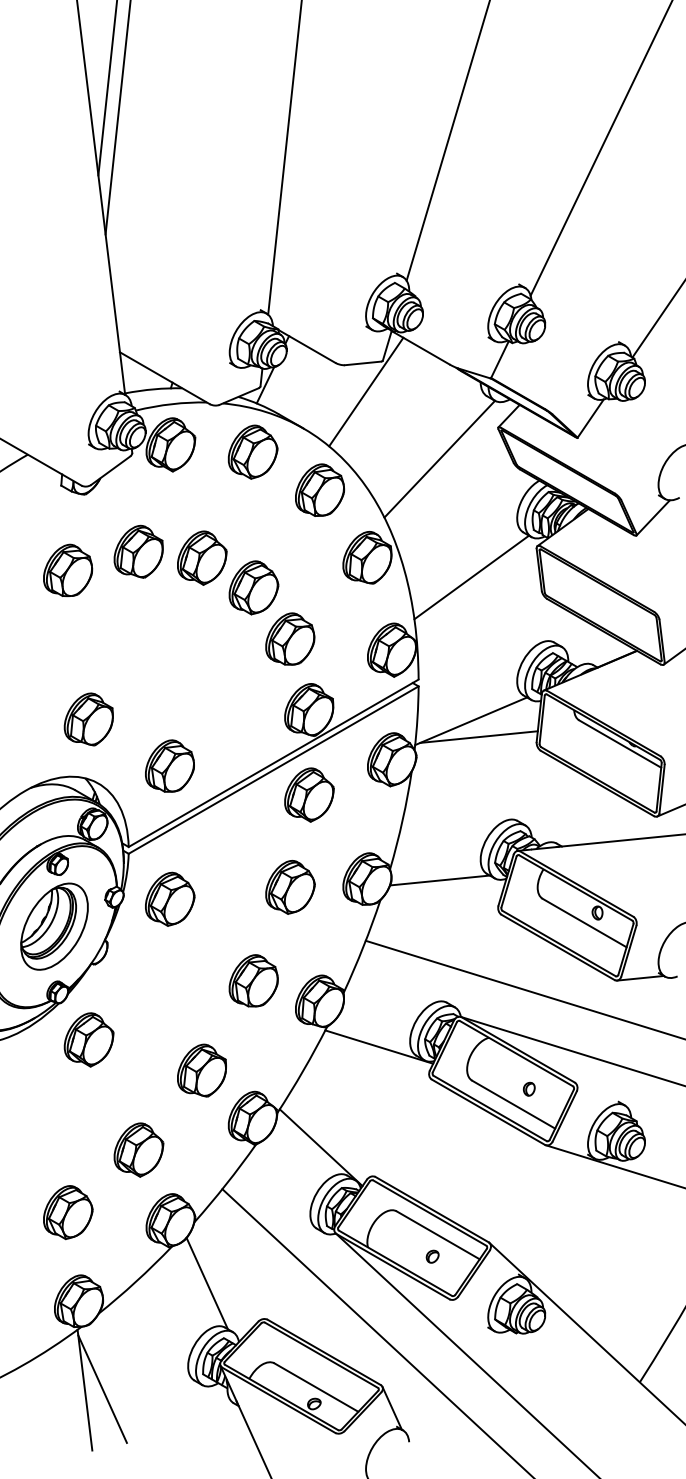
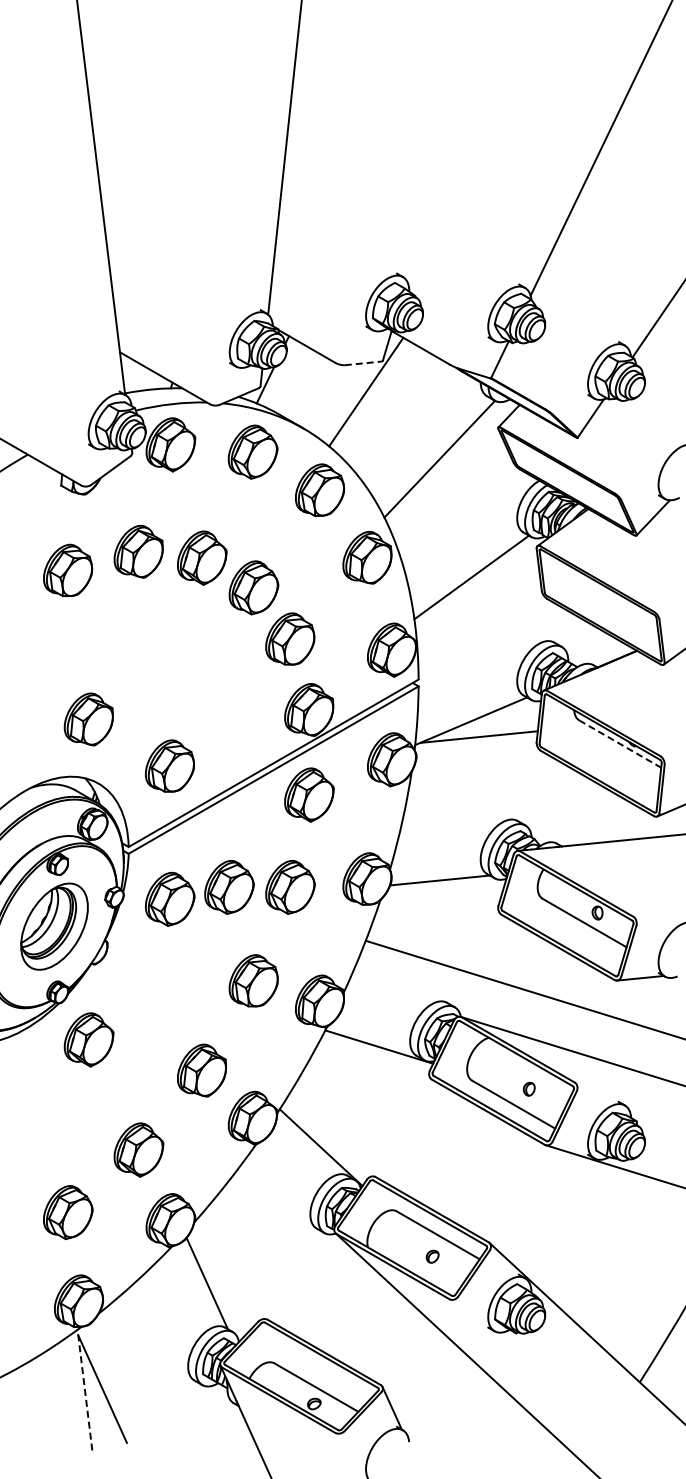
line at (107, 88): present -> none
line at (117, 118): present -> none
line at (447, 141): present -> none
line at (363, 363): solid -> dashed
line at (620, 744): solid -> dashed
part at (229, 887): none -> present
line at (376, 1332): present -> none
line at (84, 1390): solid -> dashed
